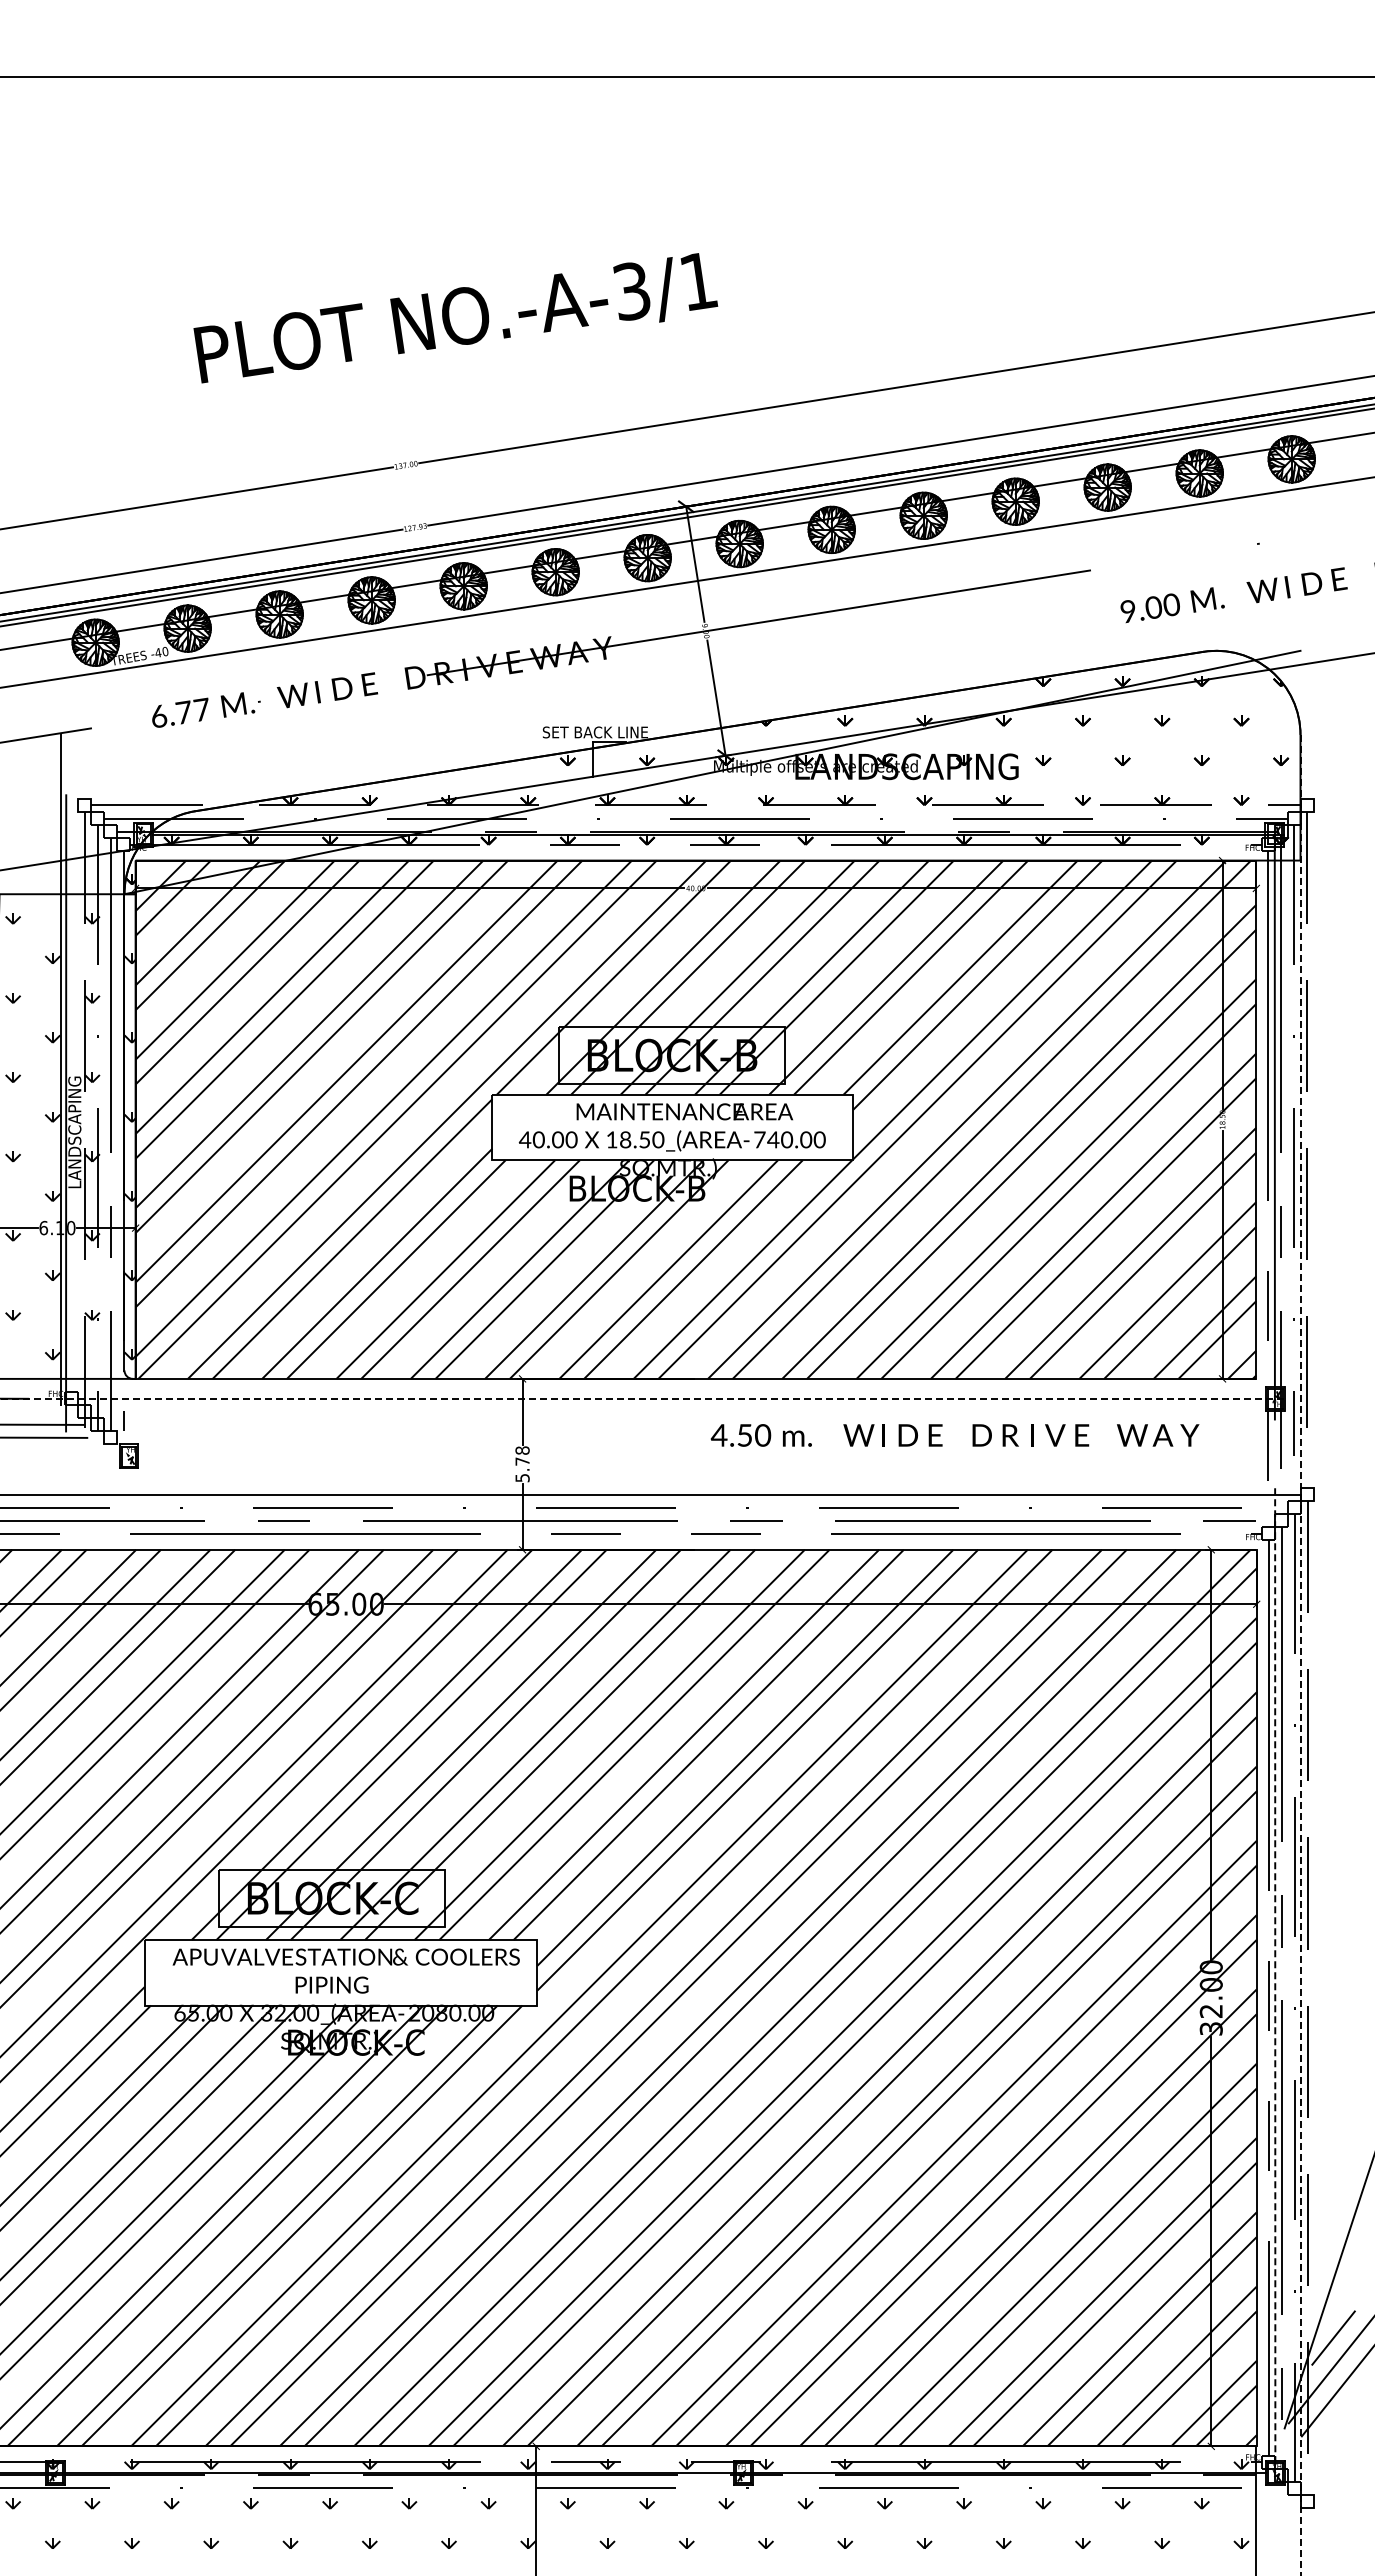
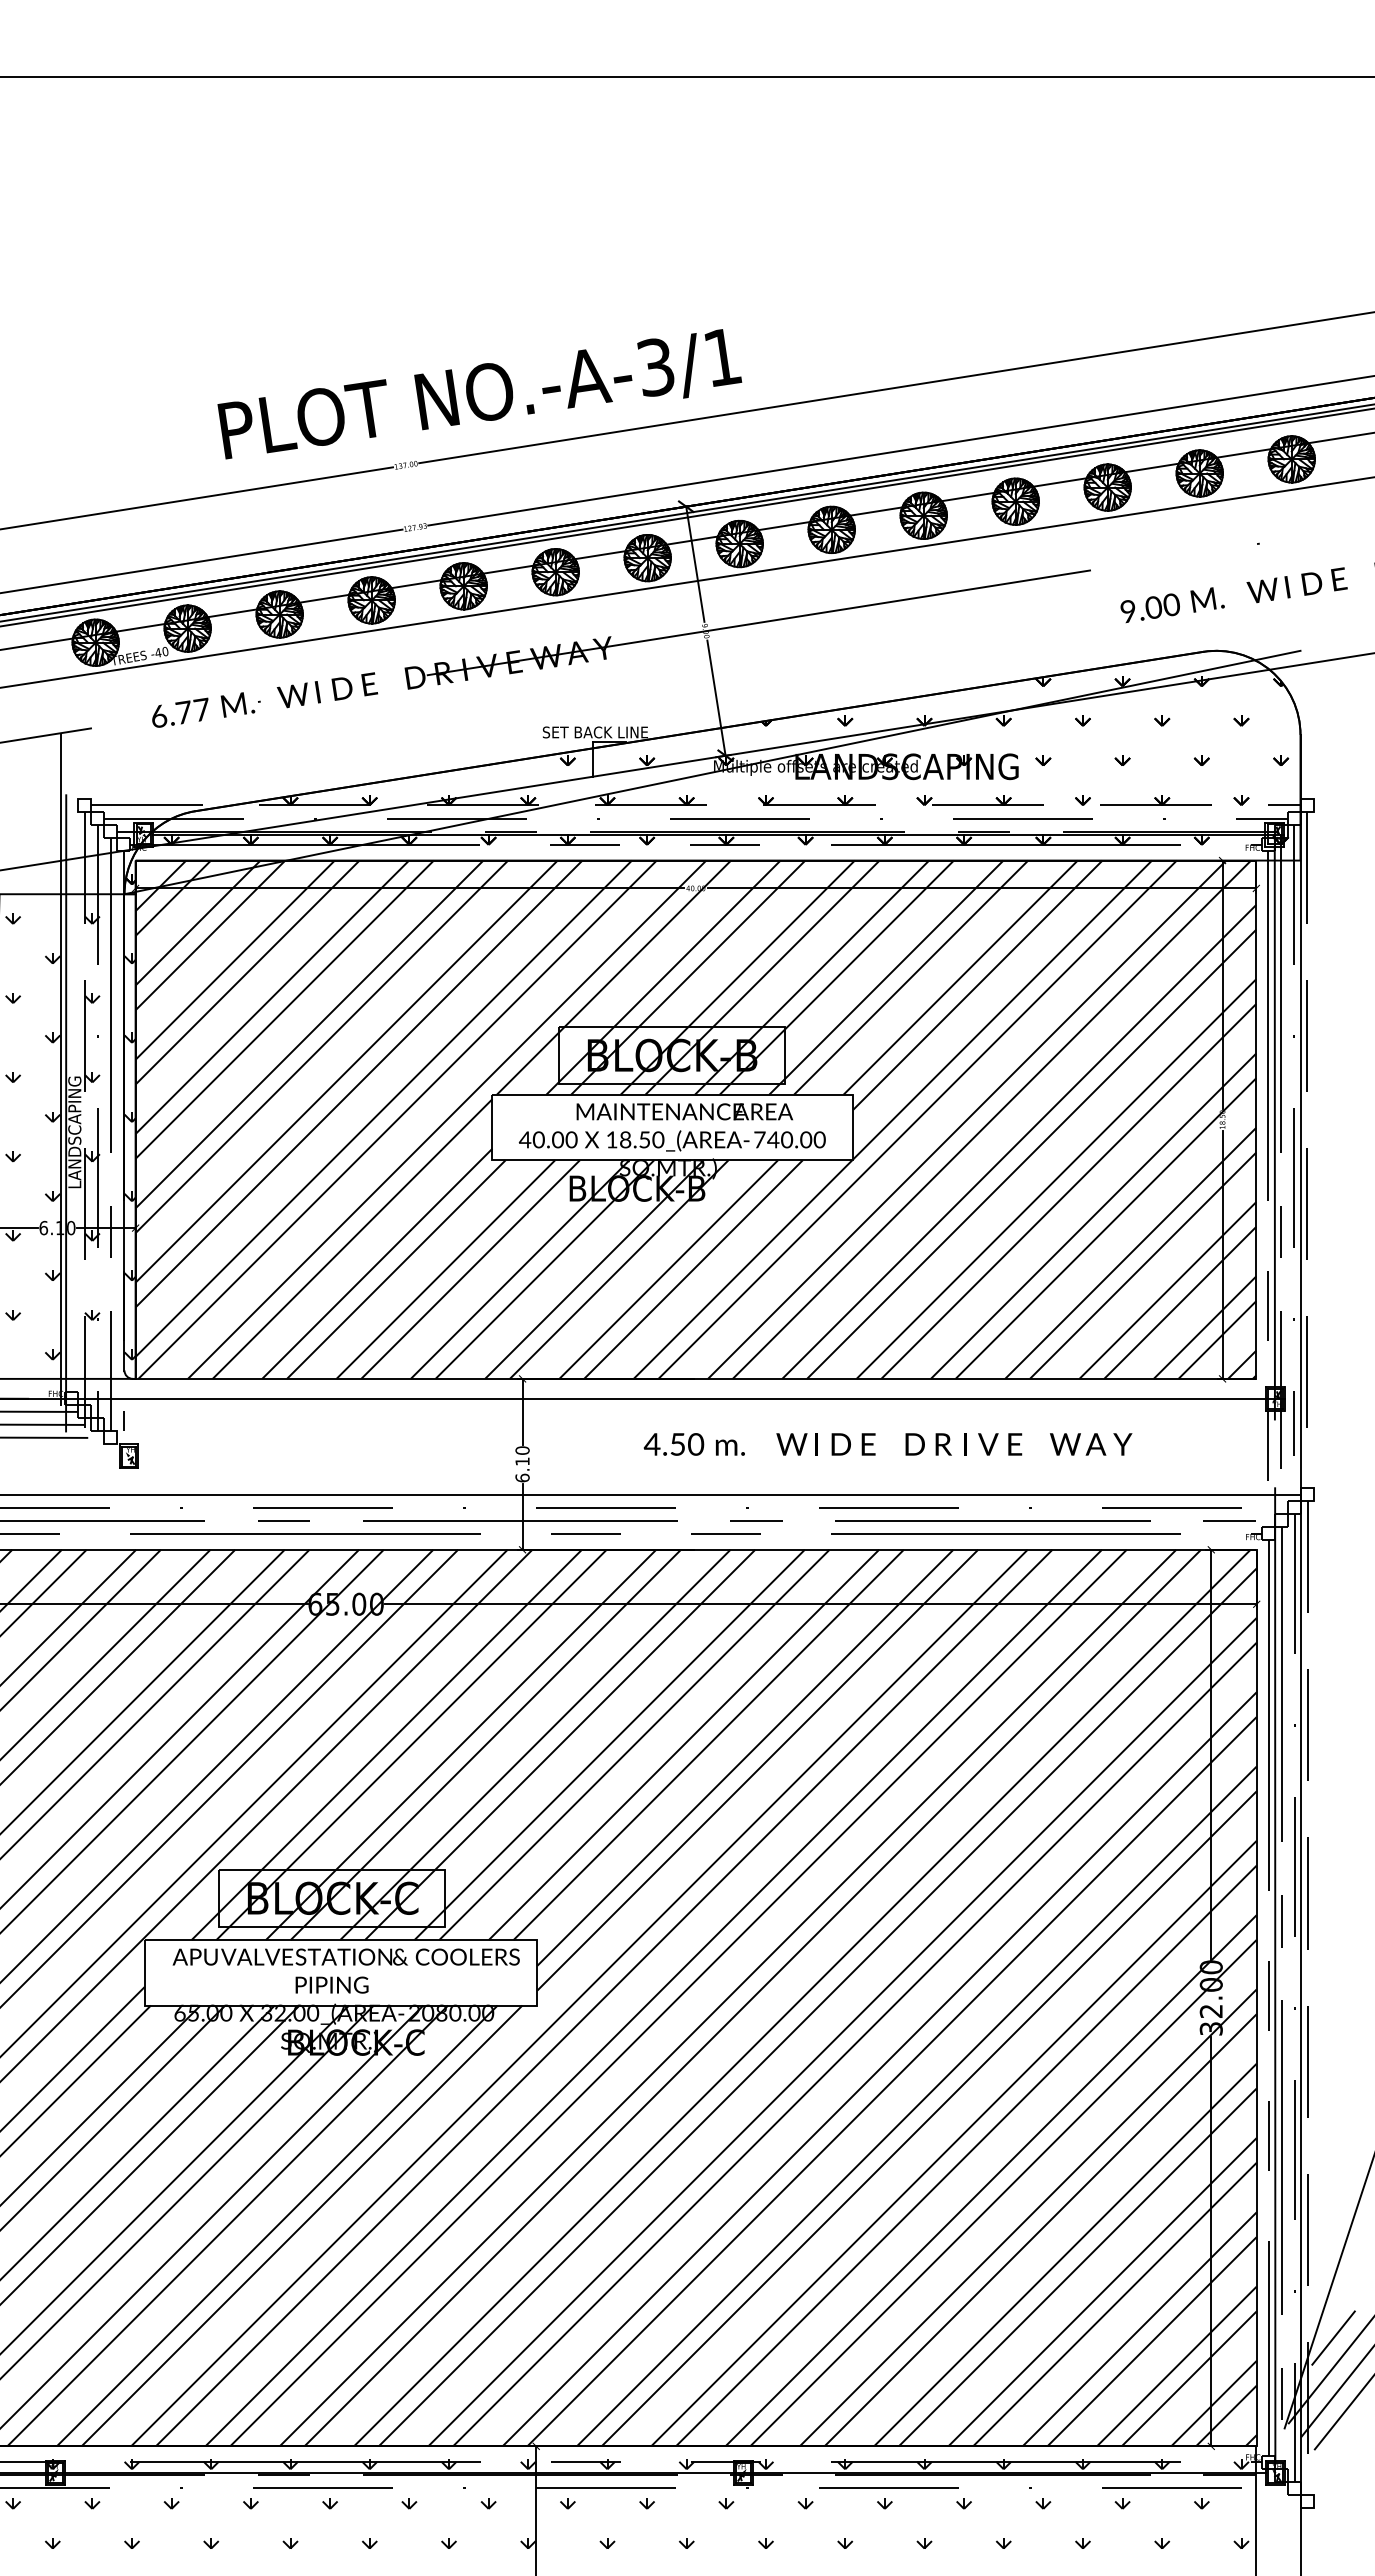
text at (455, 318) position: (455, 318) -> (479, 394)
line at (642, 1399): dashed -> solid
line at (40, 1411): none -> present
text at (954, 1435) position: (954, 1435) -> (887, 1444)
text at (522, 1464): 5.78 -> 6.10
line at (1300, 1655): dashed -> solid
line at (1275, 1974): dashed -> solid
line at (1342, 2414): none -> present
